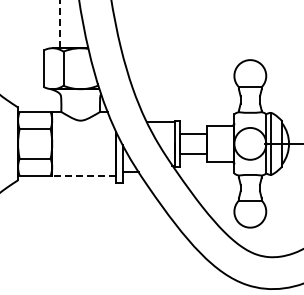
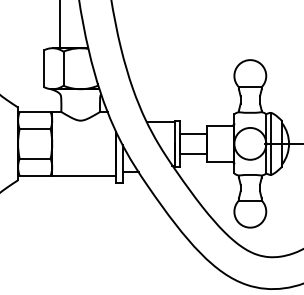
line at (60, 24): dashed -> solid
line at (84, 175): dashed -> solid
